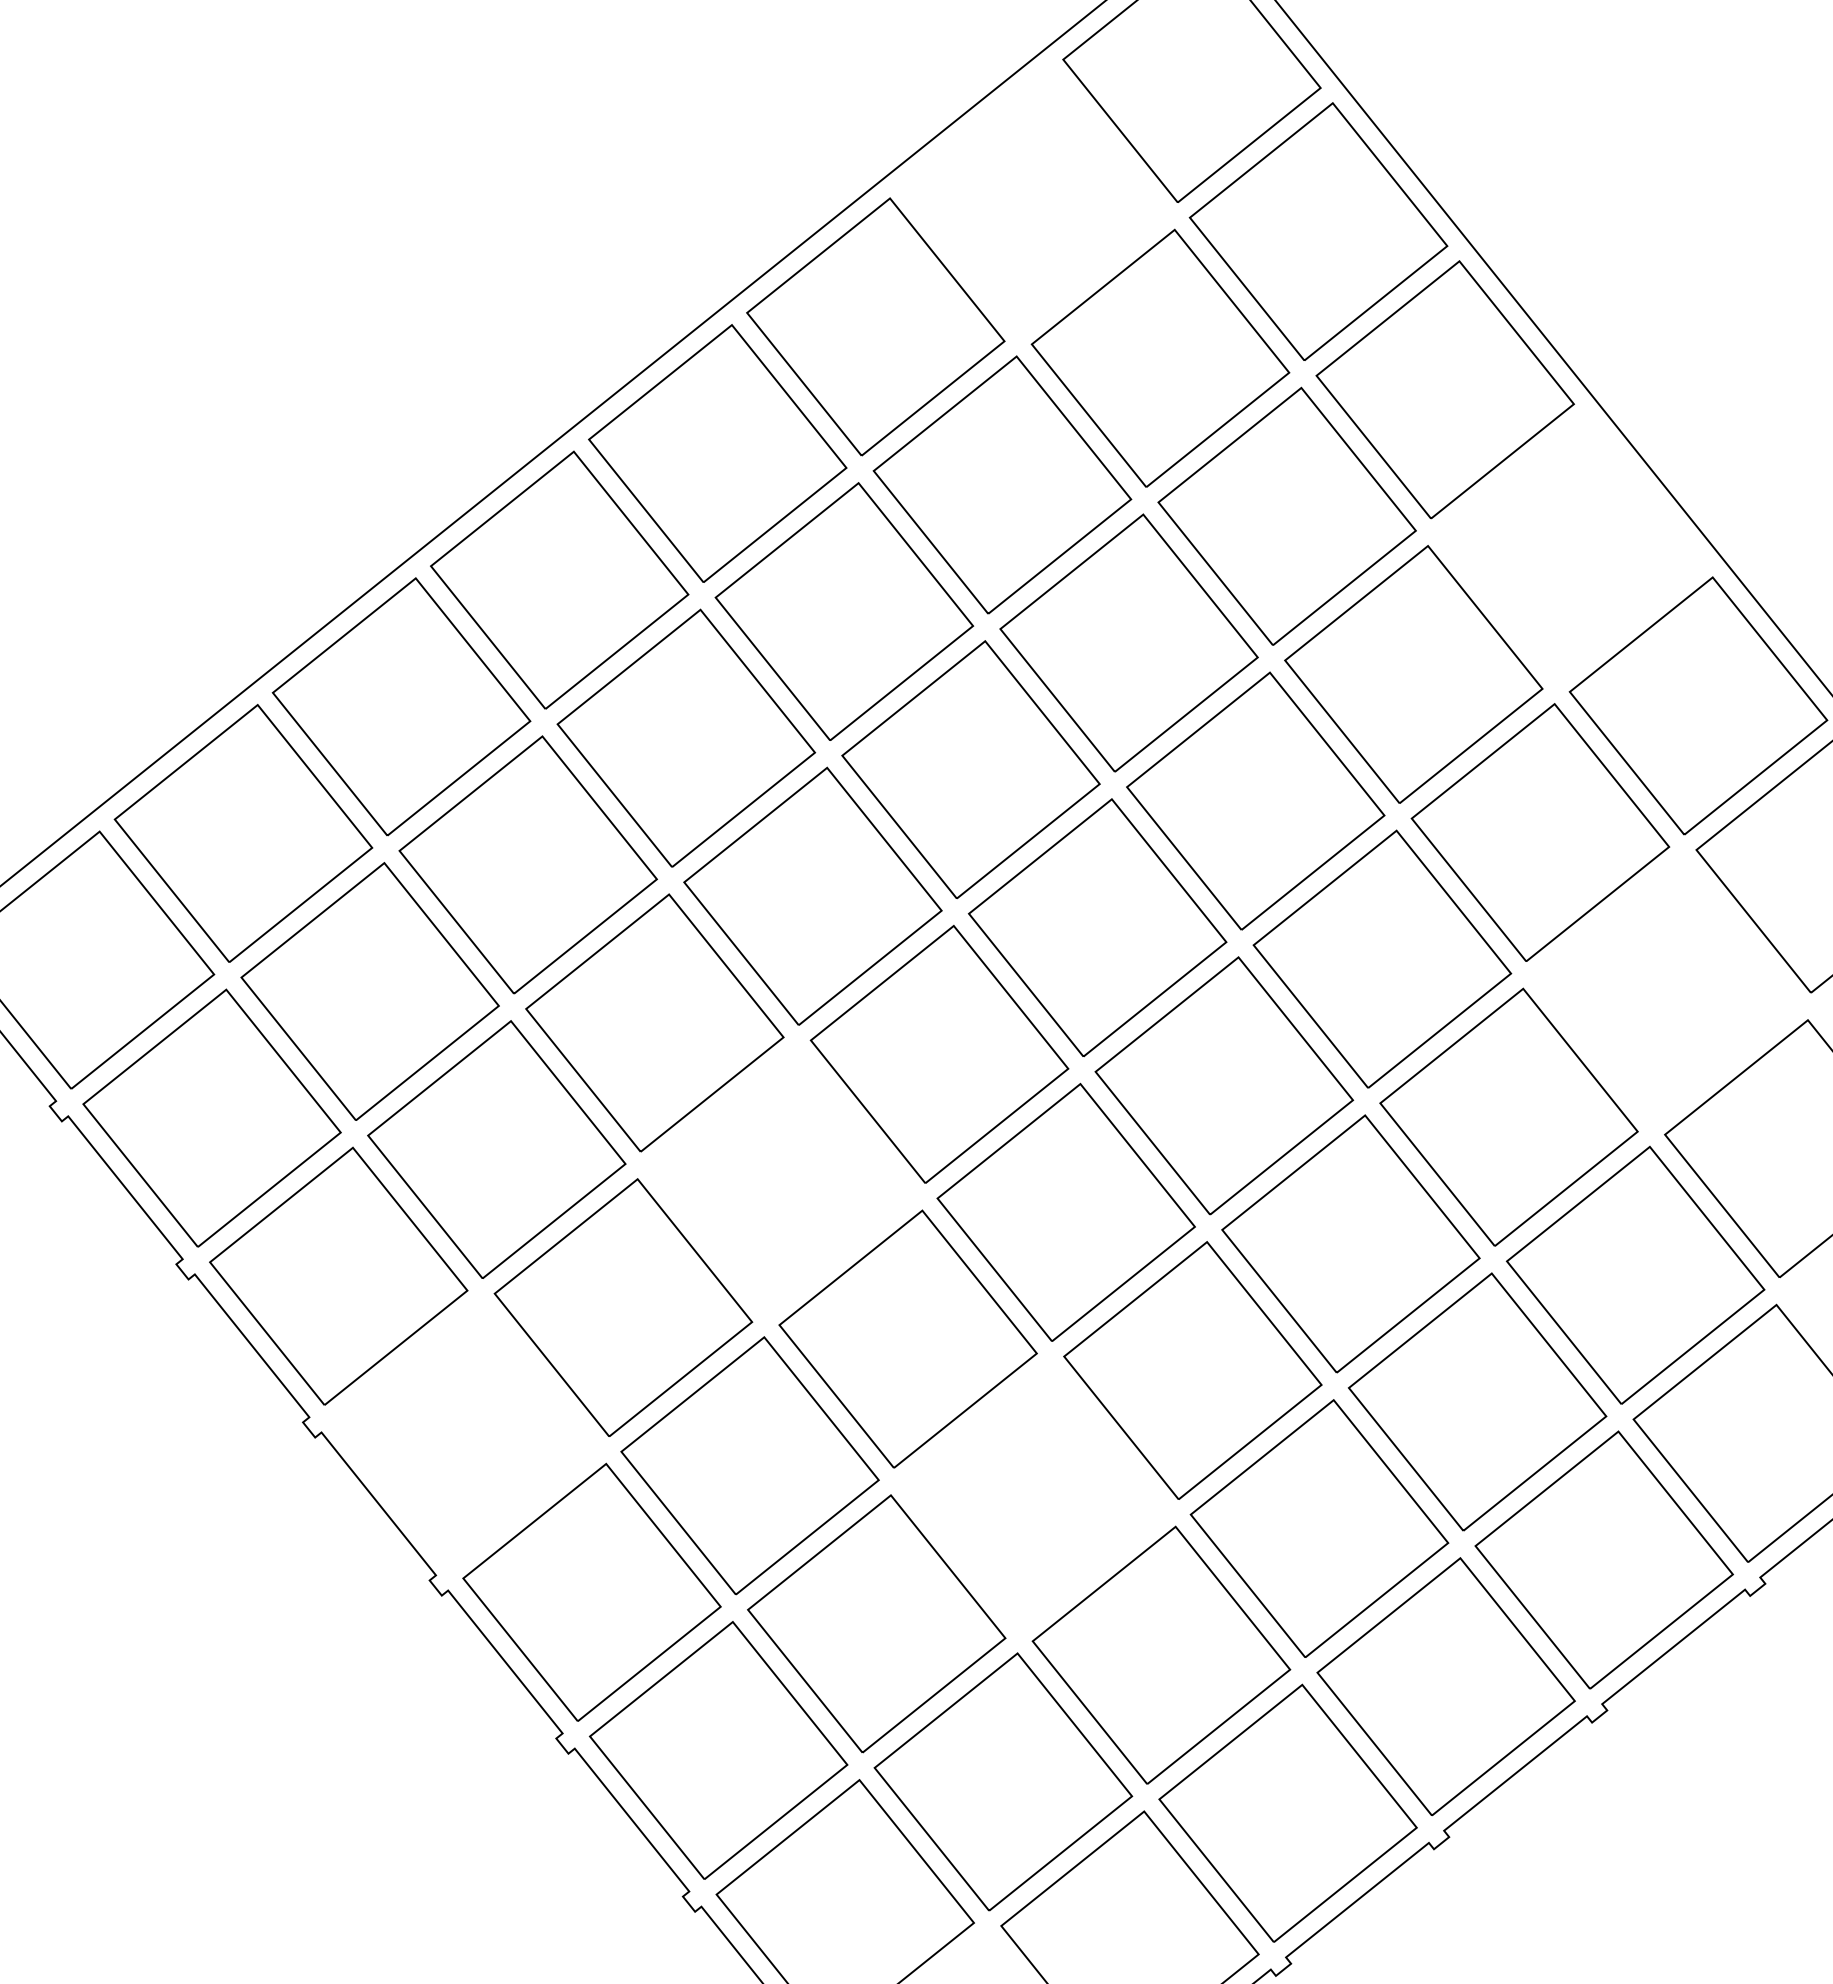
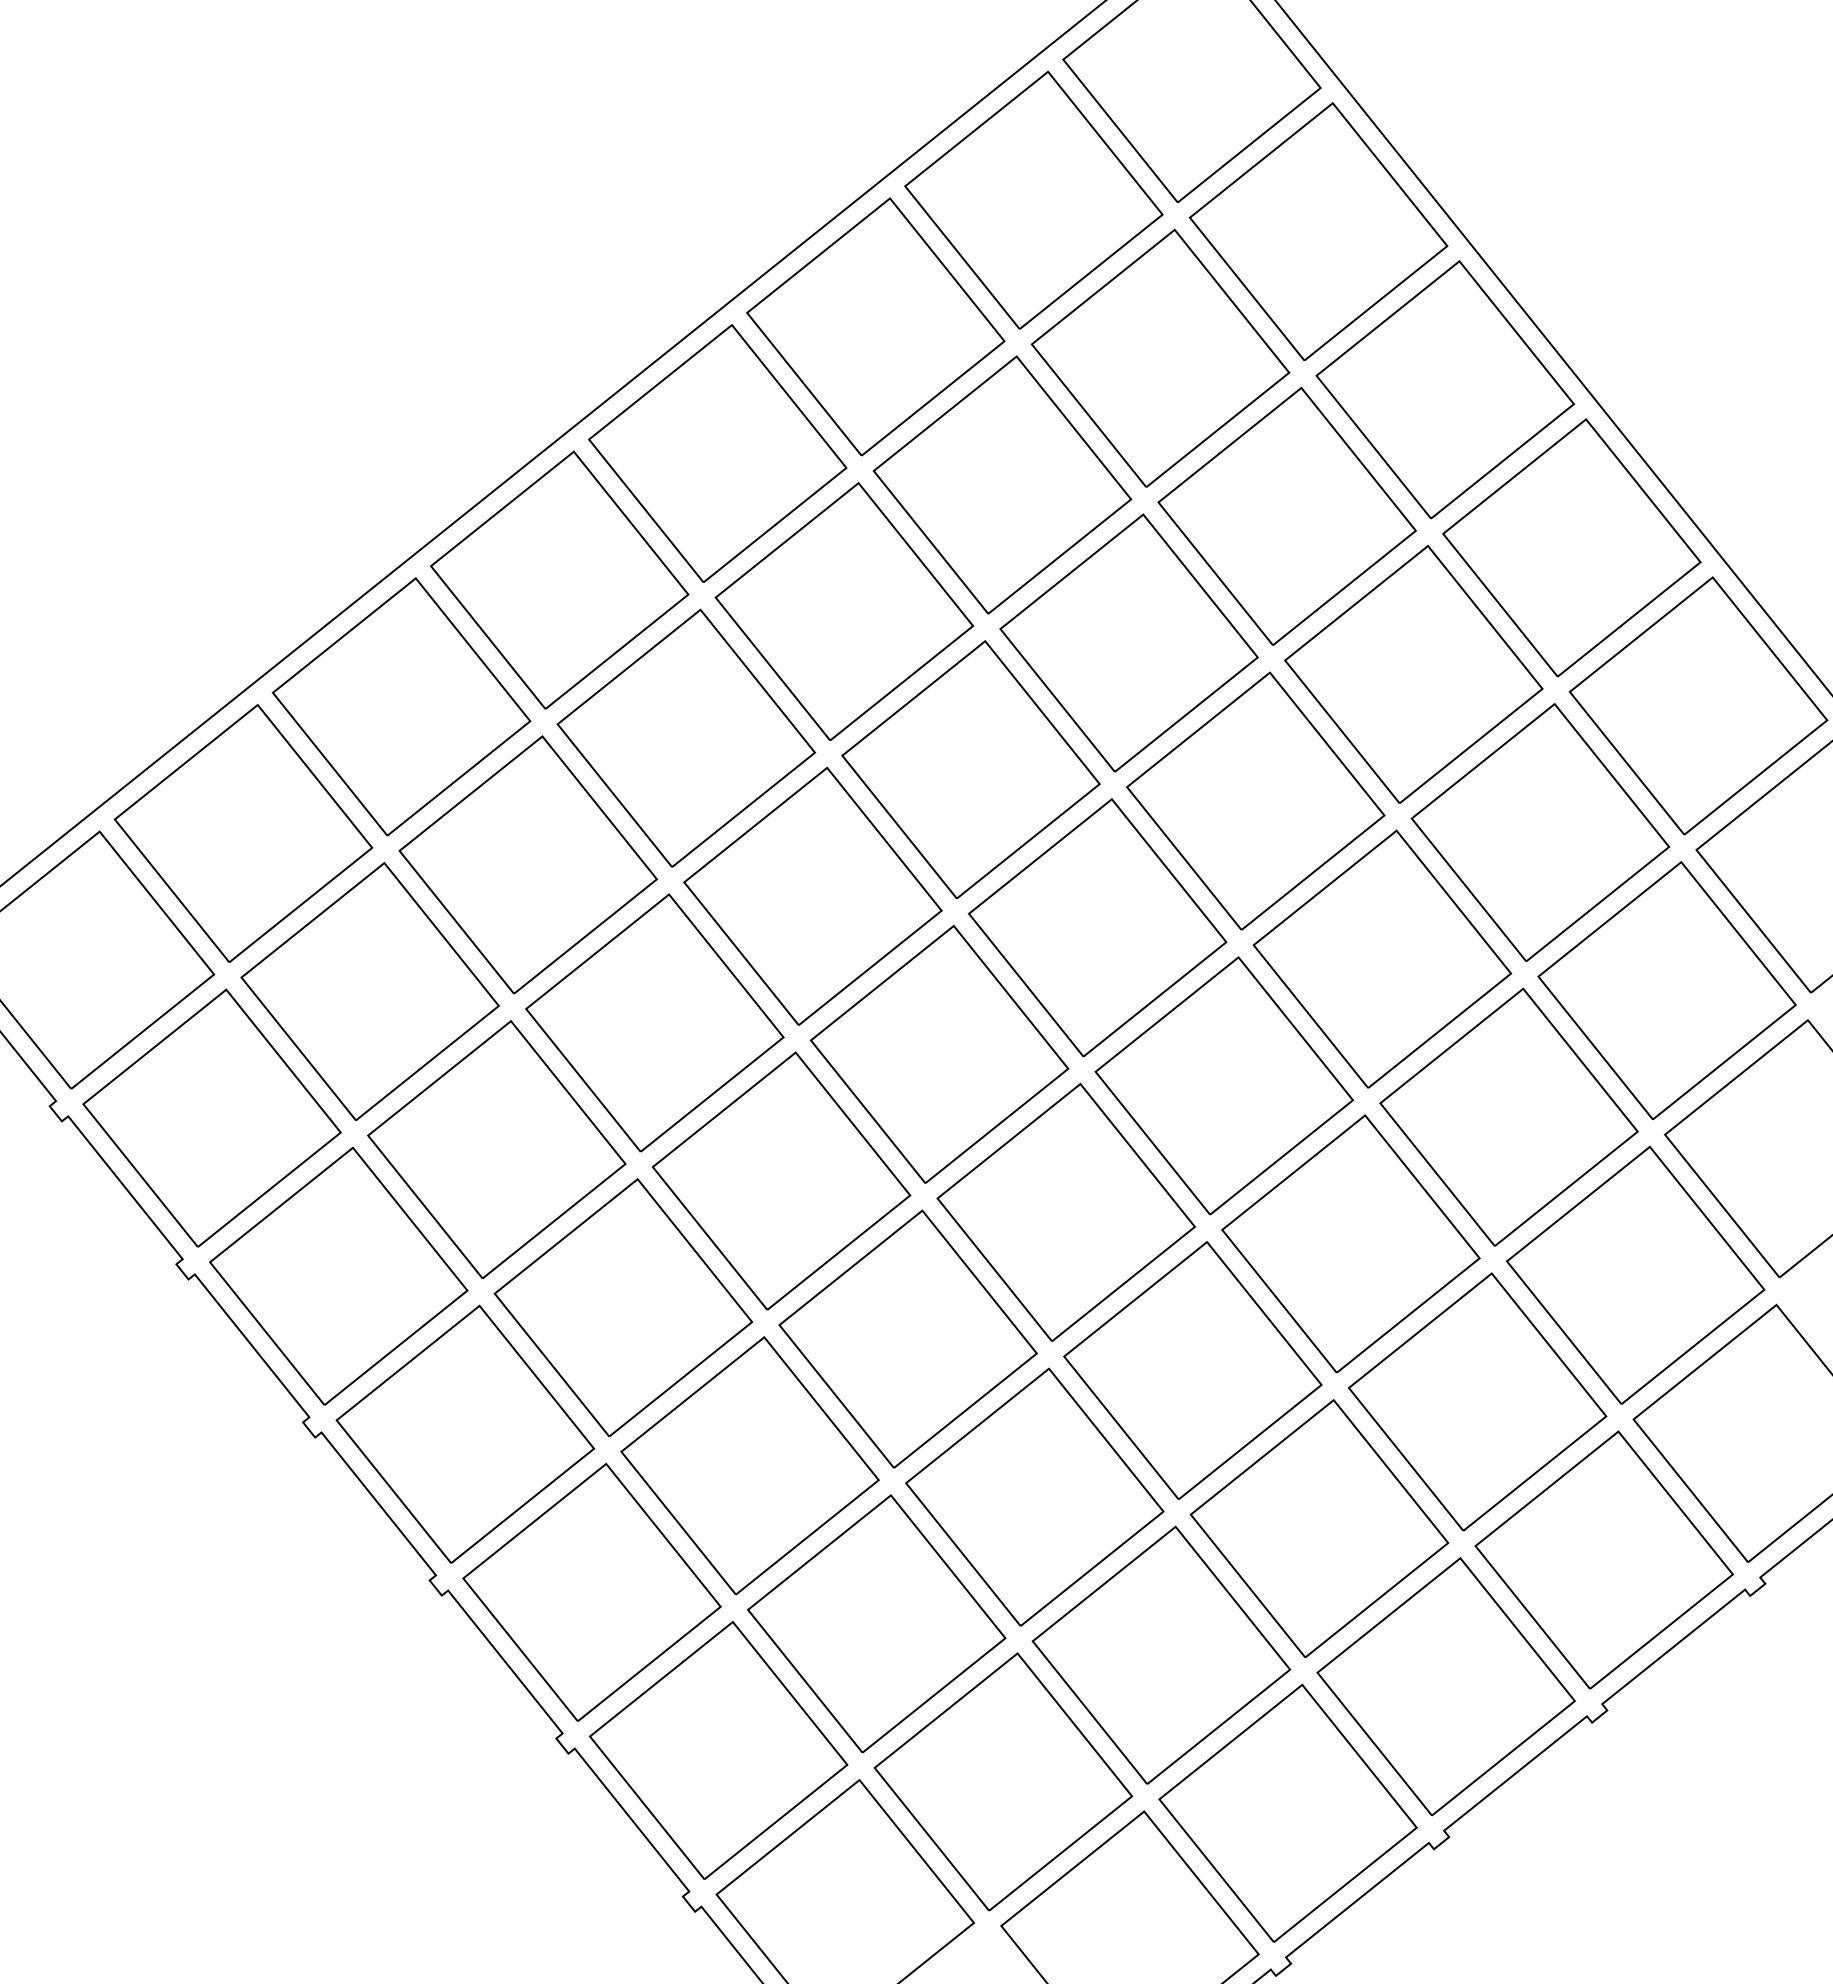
part at (1033, 199): none -> present
part at (1571, 547): none -> present
part at (1666, 990): none -> present
part at (781, 1180): none -> present
part at (465, 1433): none -> present
part at (1034, 1496): none -> present
